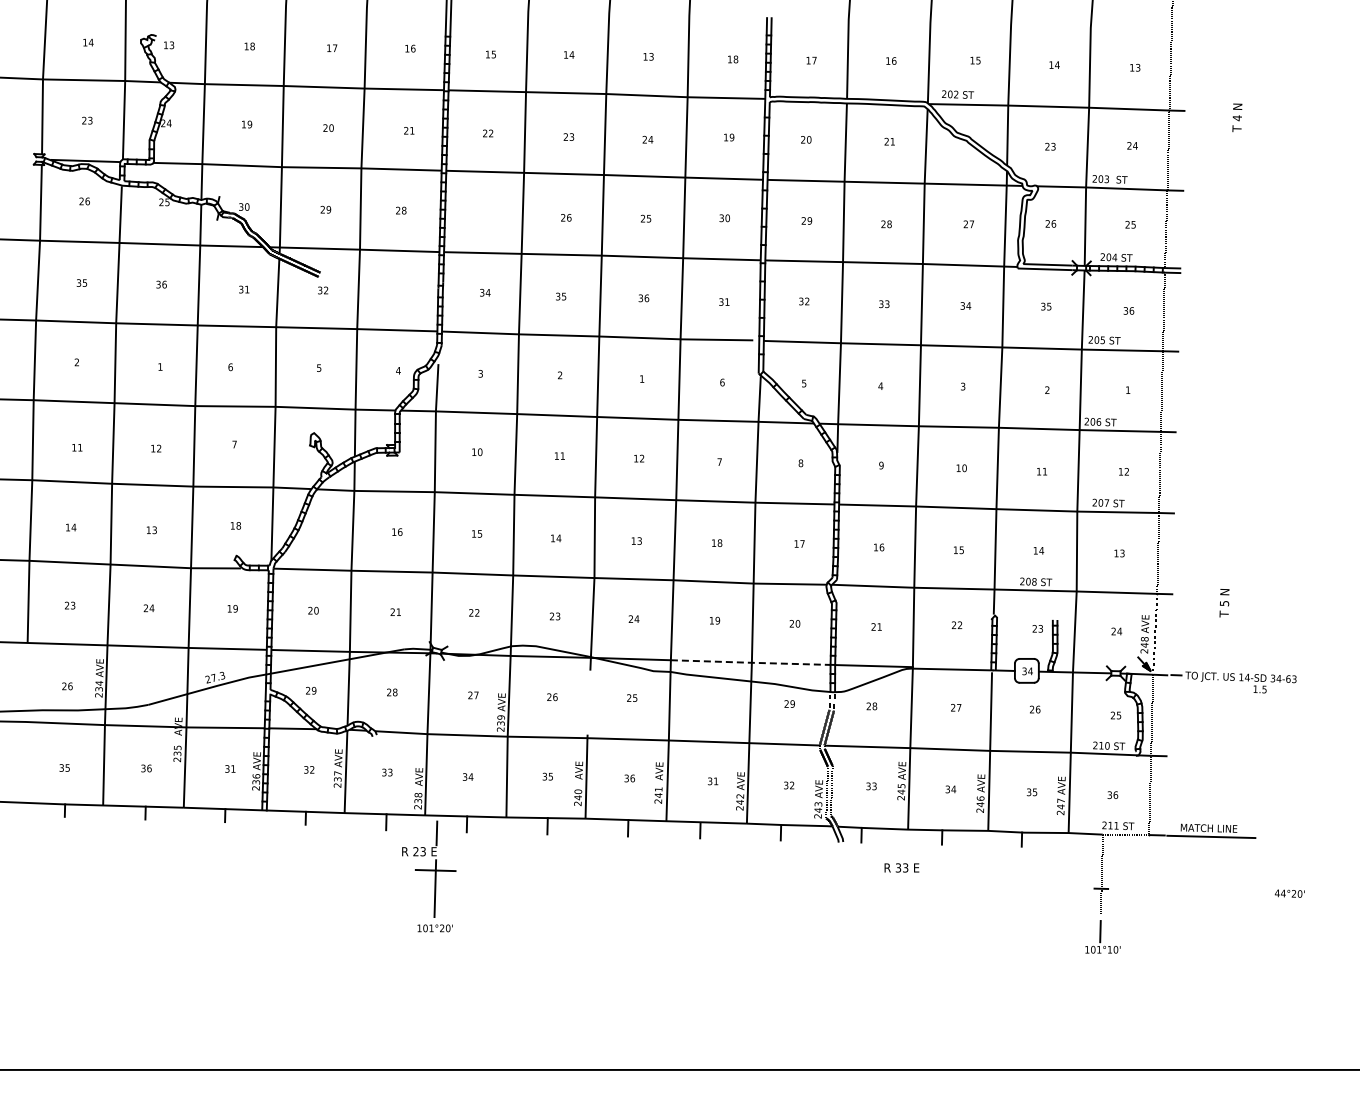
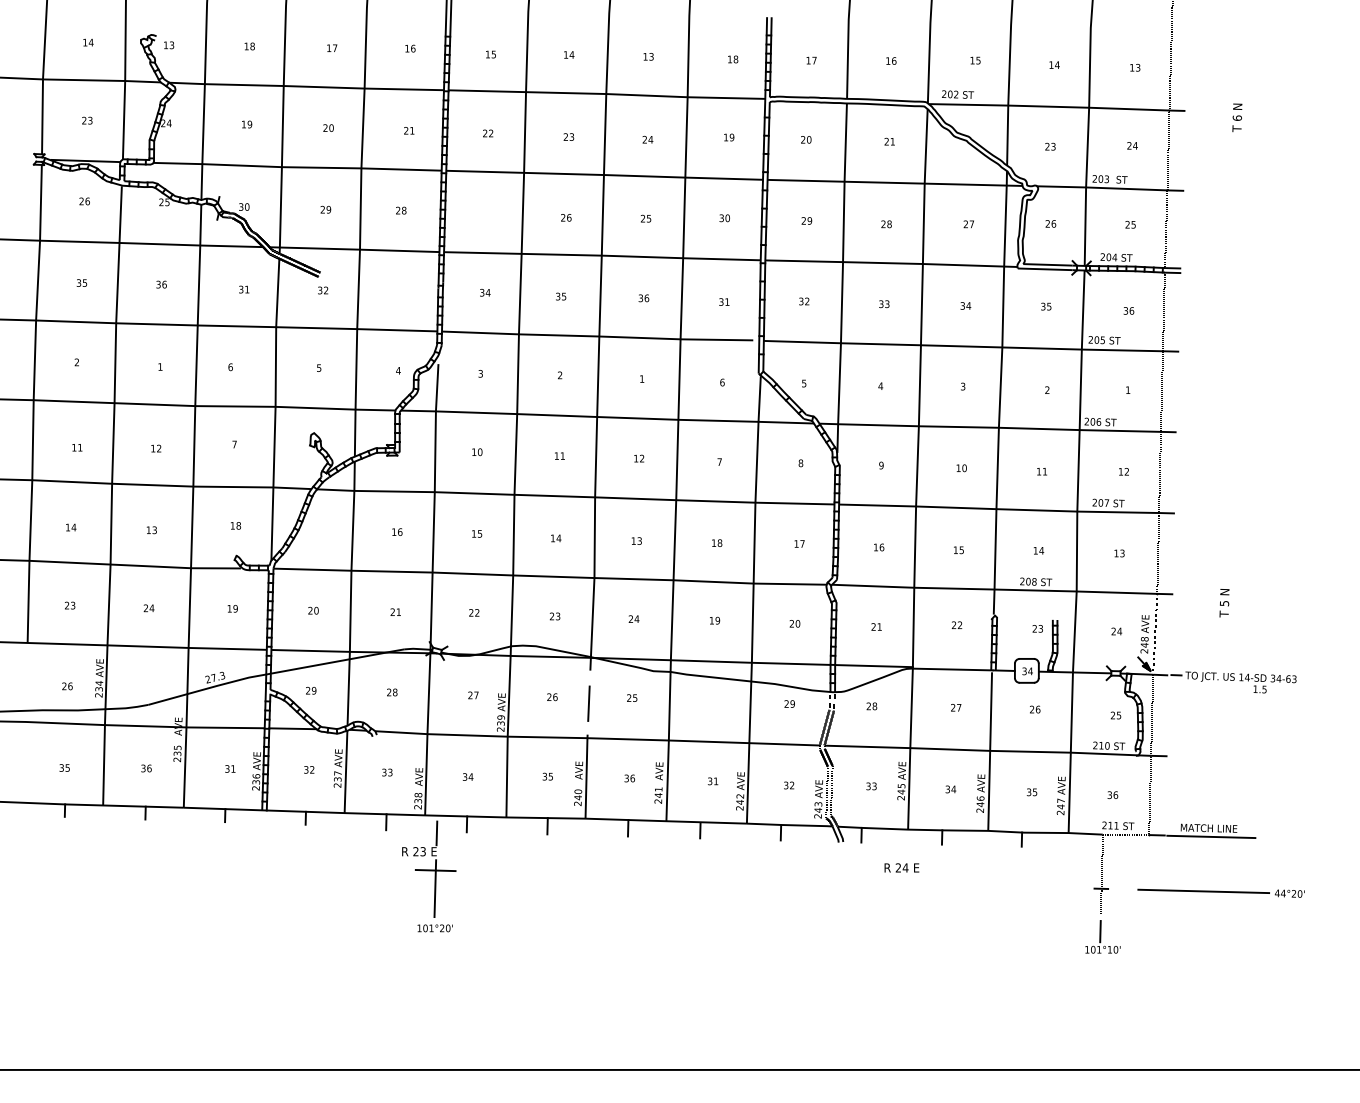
text at (1236, 118): 4 -> 6
line at (750, 662): dashed -> solid
line at (588, 703): none -> present
text at (901, 867): 33 -> 24
line at (1203, 891): none -> present
